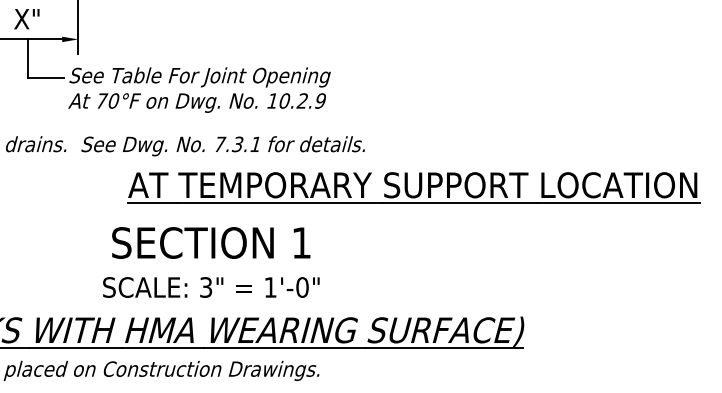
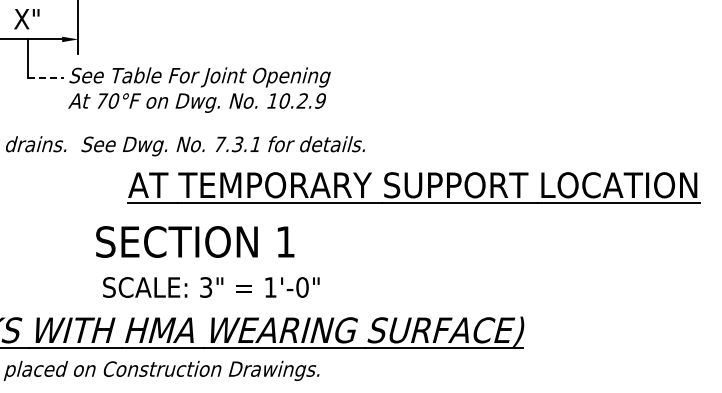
line at (46, 78): solid -> dashed
text at (211, 242) position: (211, 242) -> (195, 241)
